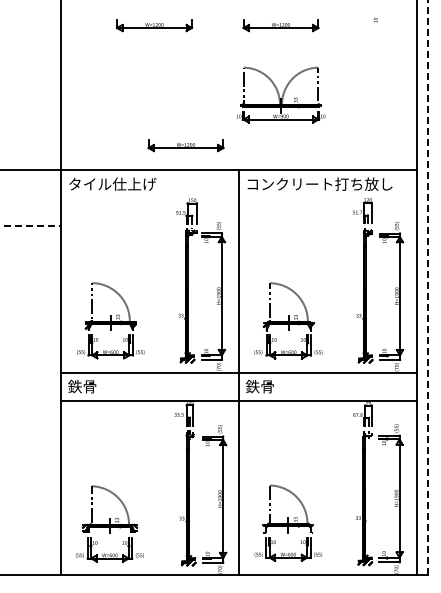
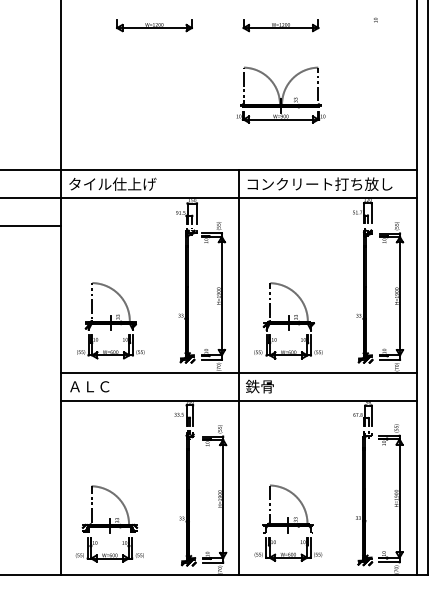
part at (185, 145): present -> none
line at (209, 198): none -> present
line at (31, 226): dashed -> solid
line at (428, 287): dashed -> solid
text at (88, 386): 鉄骨 -> ＡＬＣ
